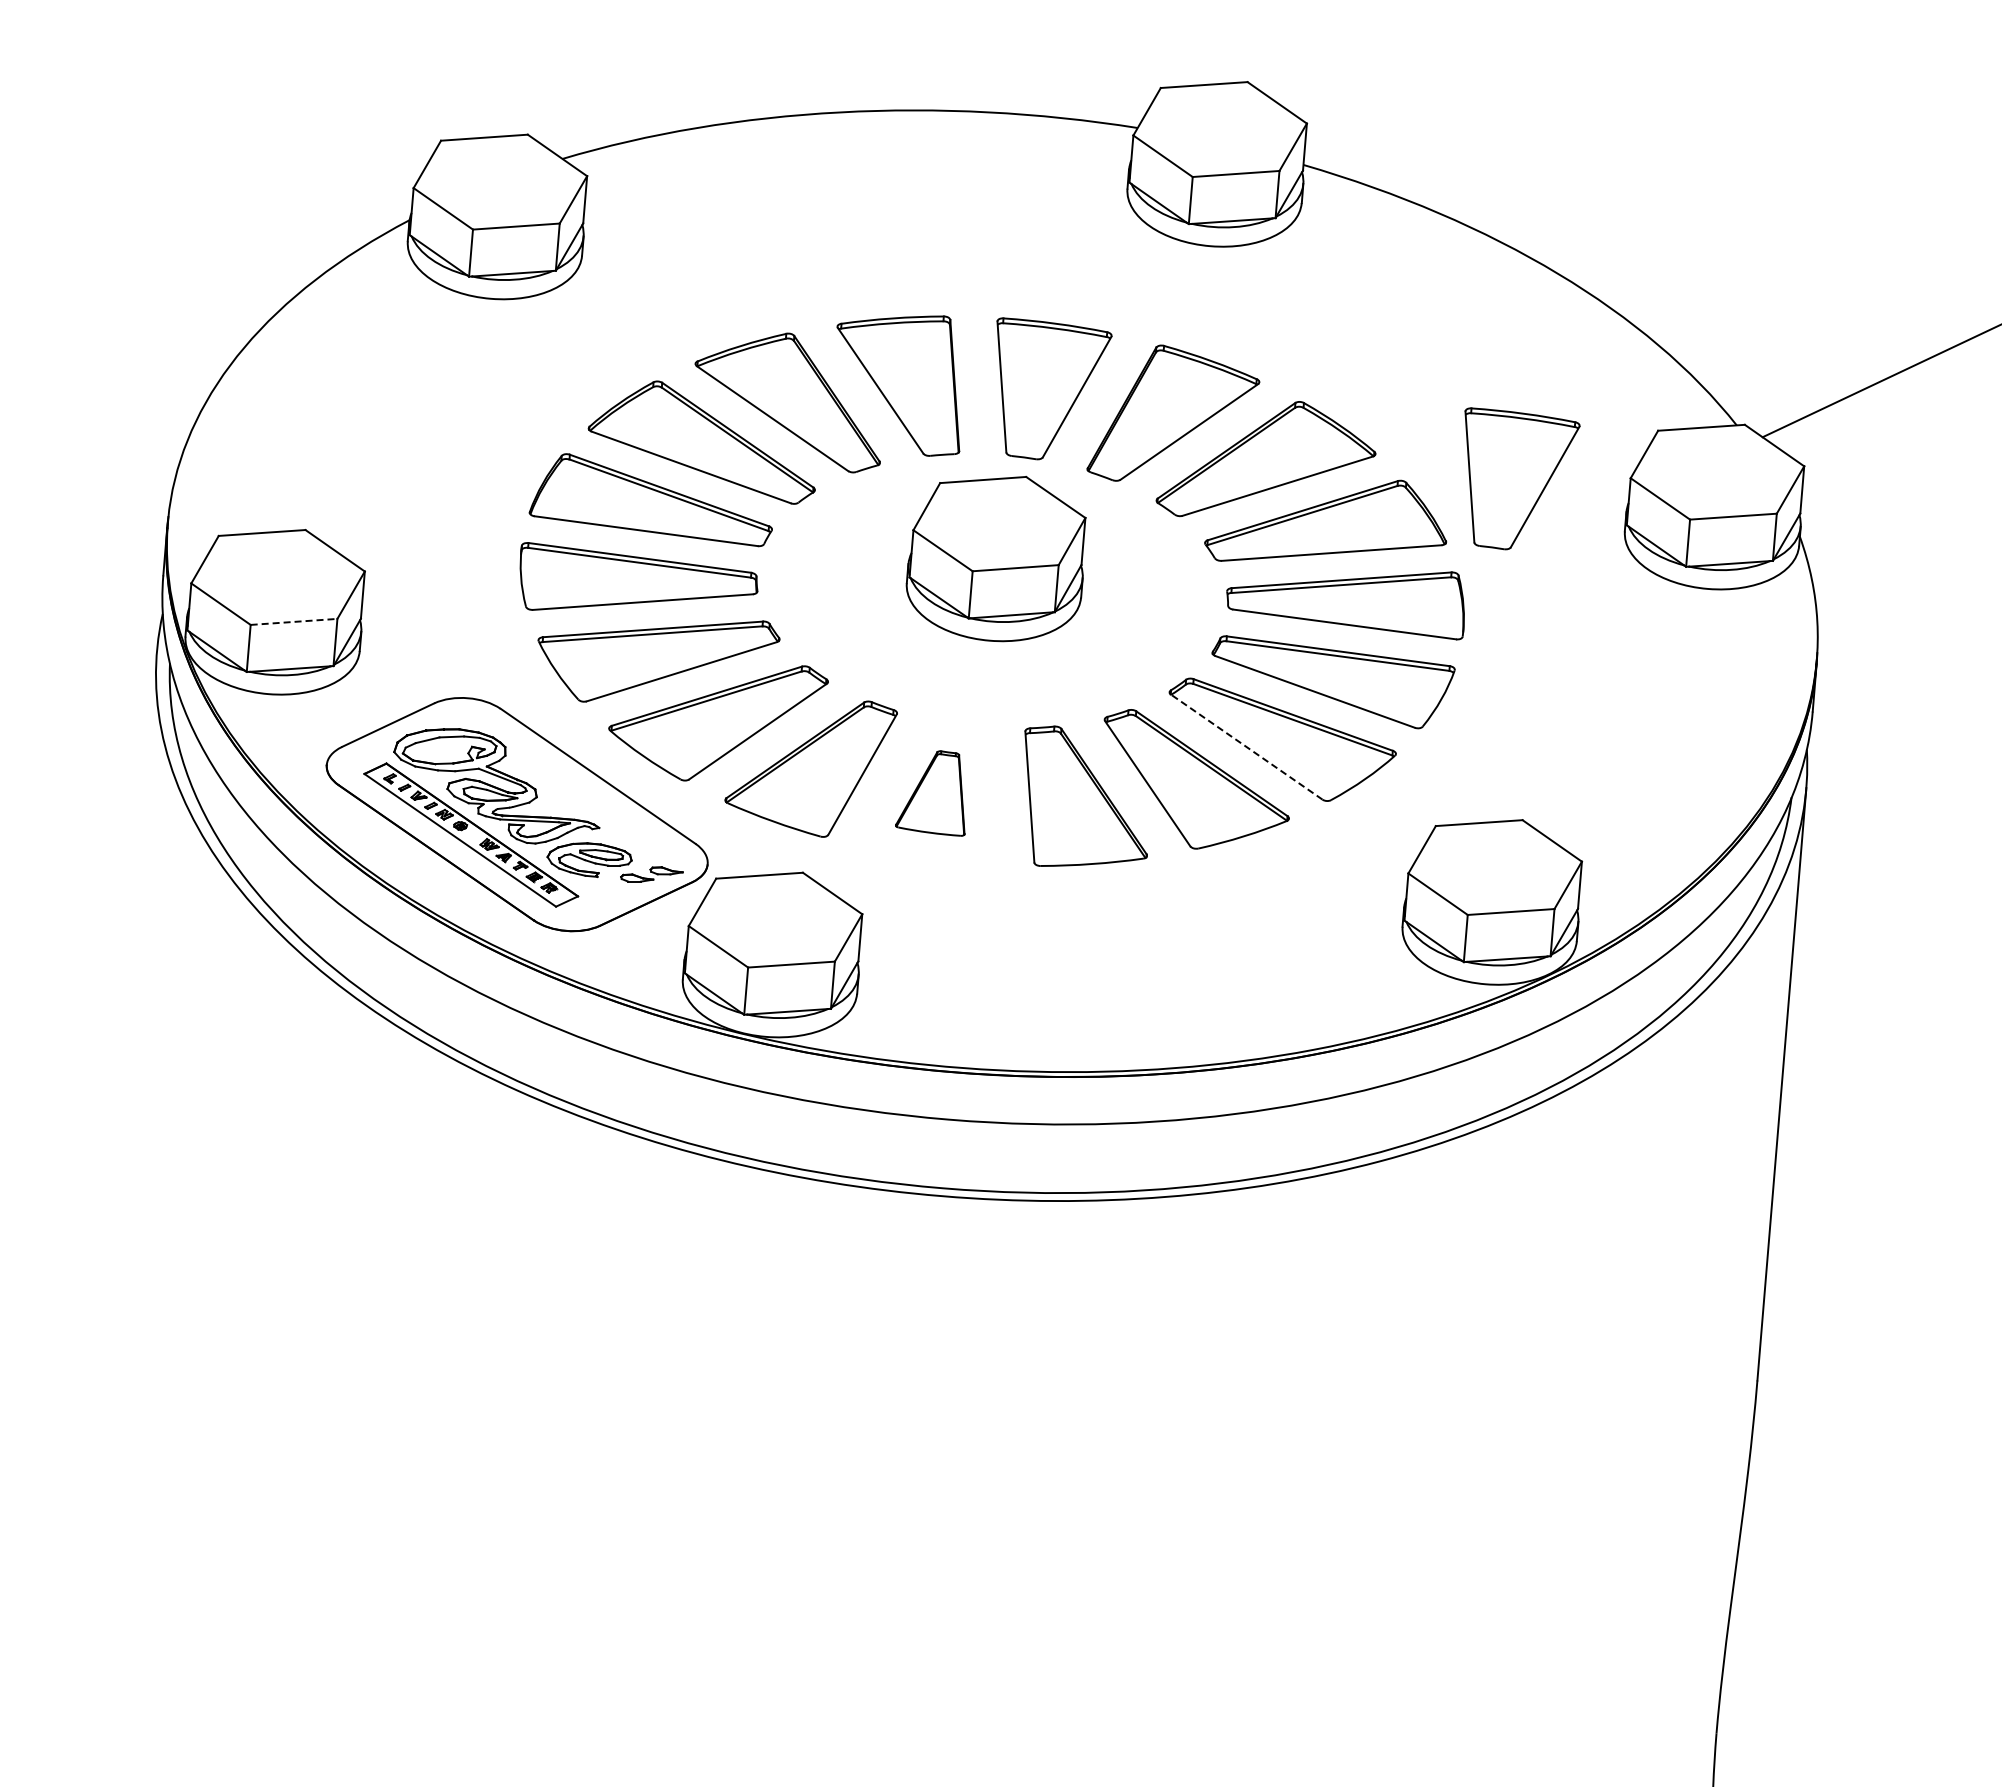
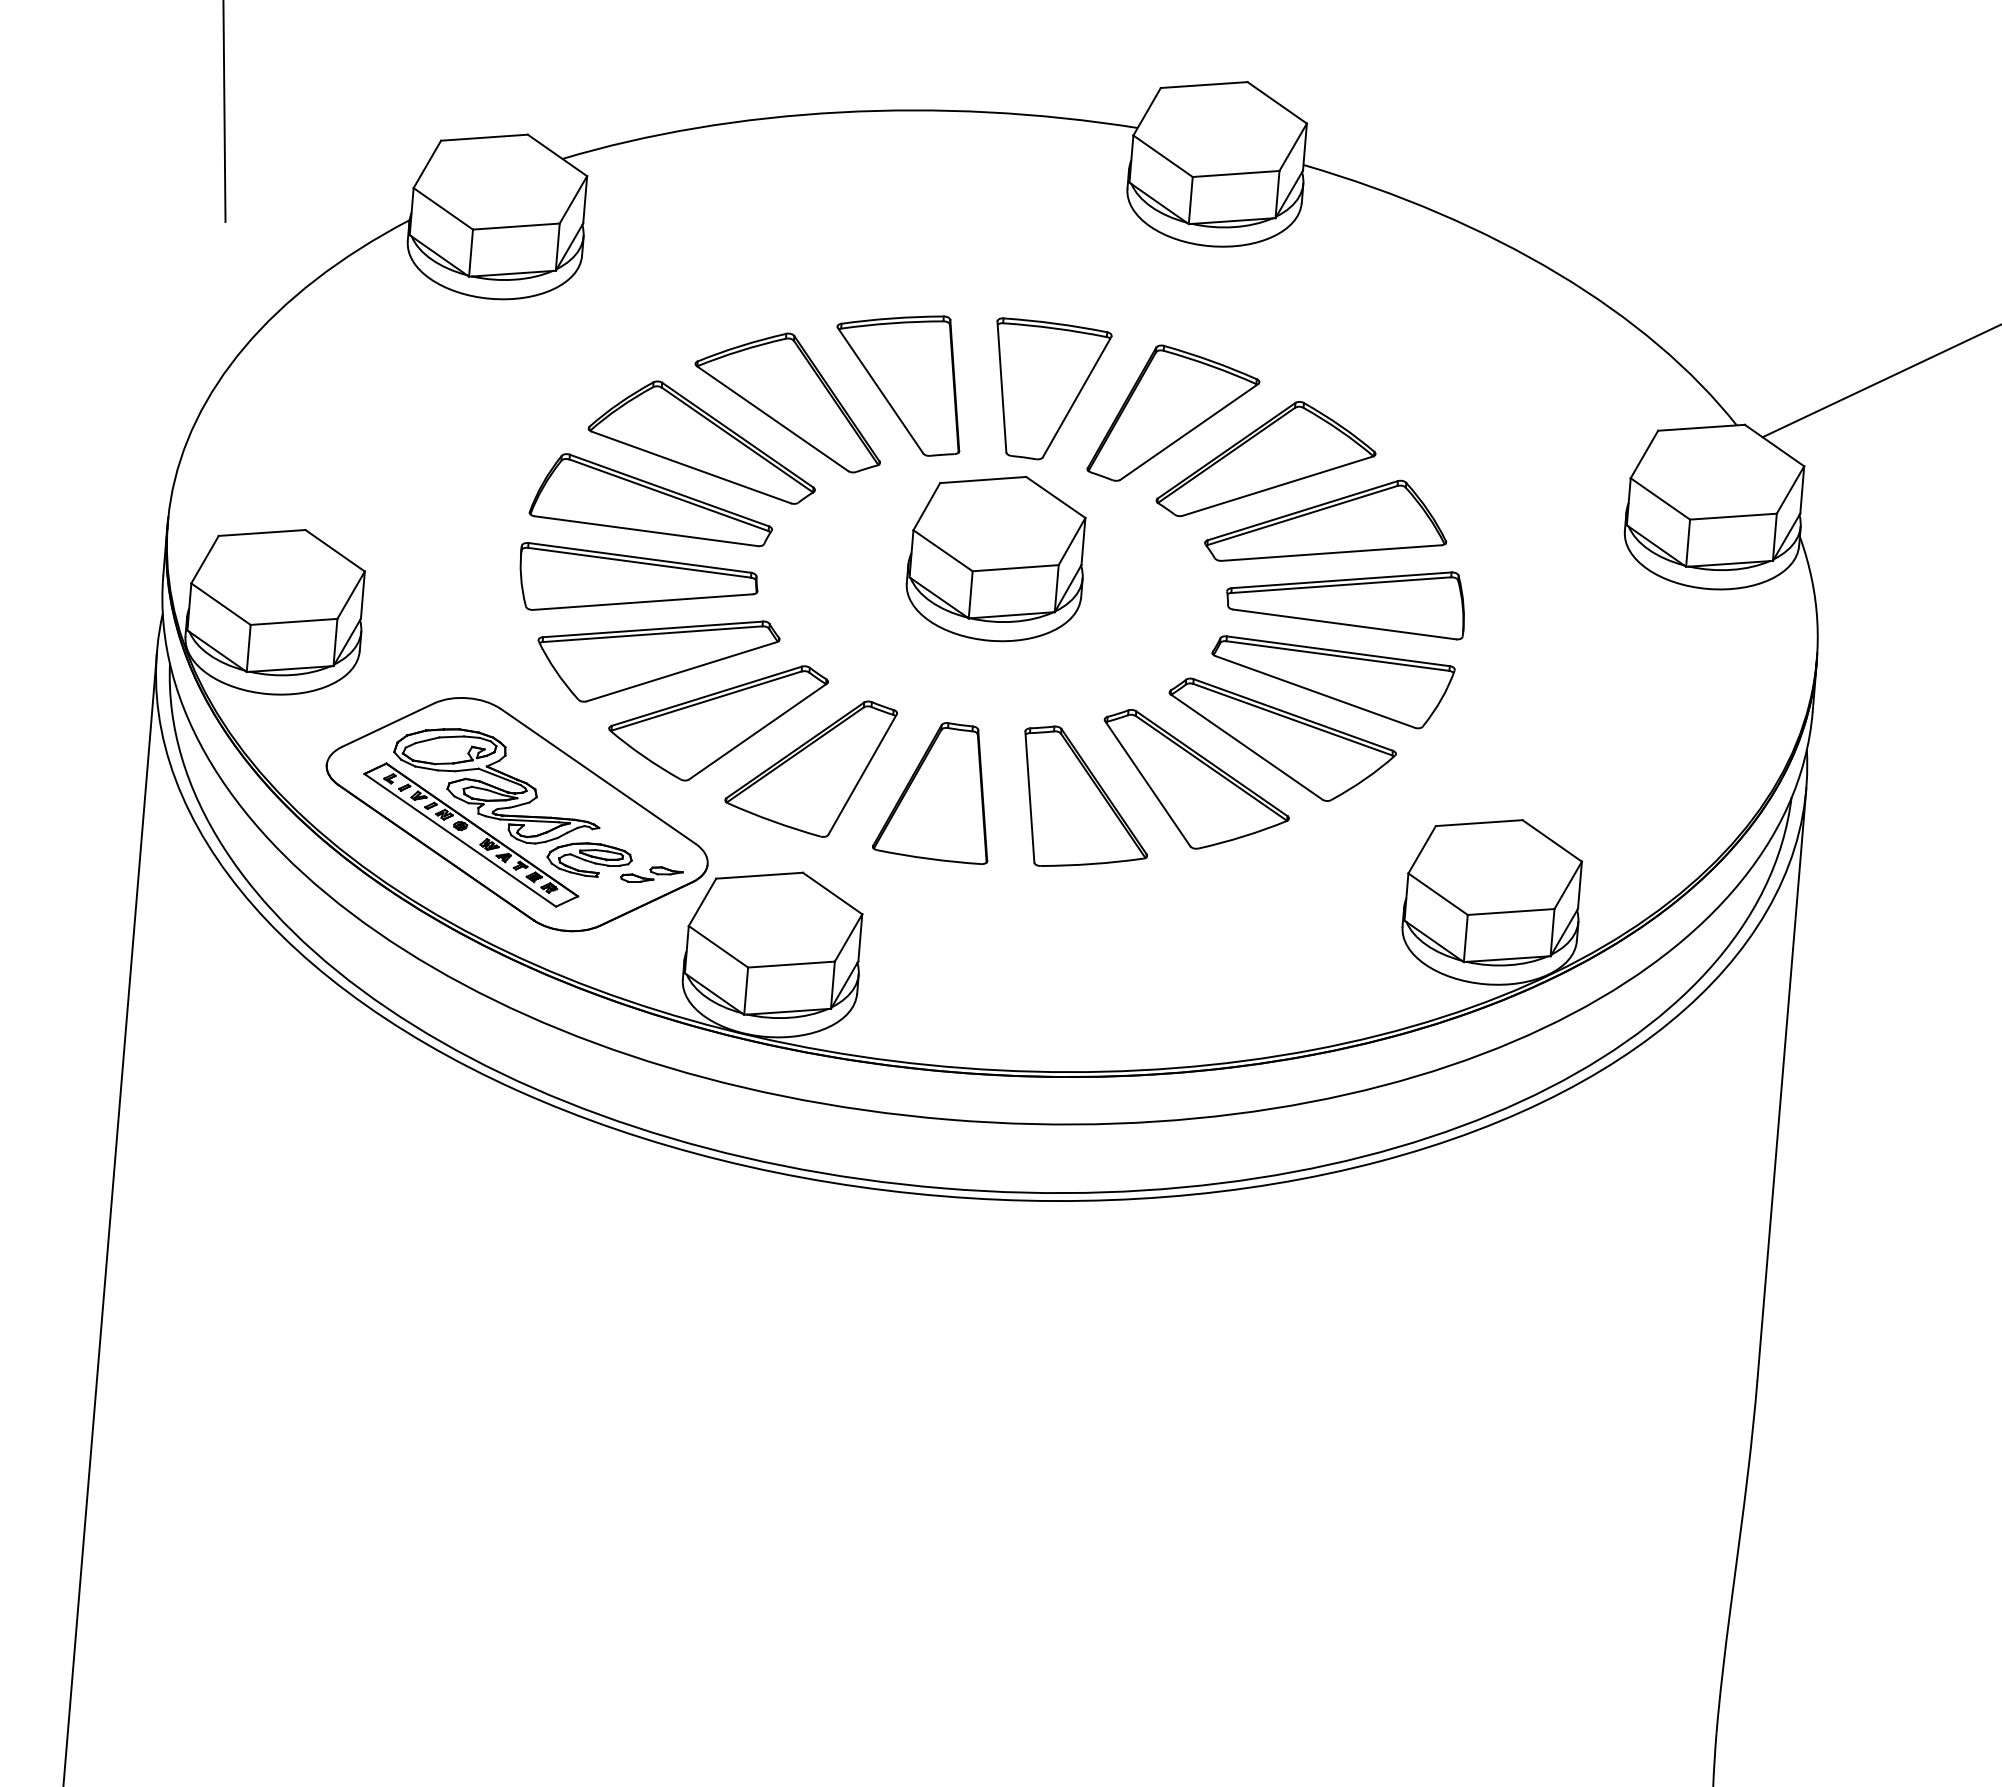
line at (224, 111): none -> present
part at (1522, 478): present -> none
line at (294, 621): dashed -> solid
line at (1246, 746): dashed -> solid
part at (930, 793) size: 71x87 px -> 117x143 px
line at (110, 1217): none -> present
